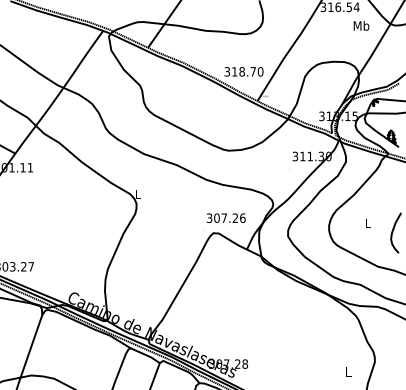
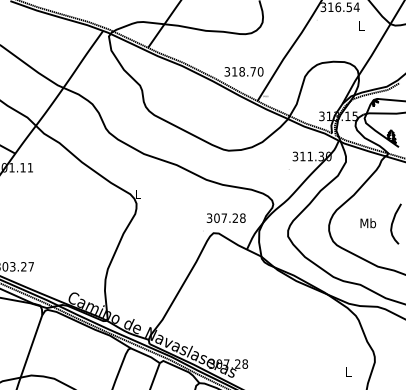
text at (361, 25): Mb -> L
text at (242, 217): 307.26 -> 307.28
text at (368, 223): L -> Mb
curve at (393, 232) position: (393, 232) -> (393, 223)
